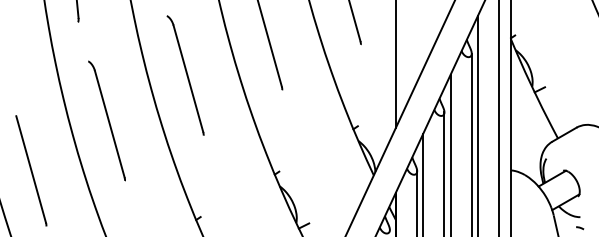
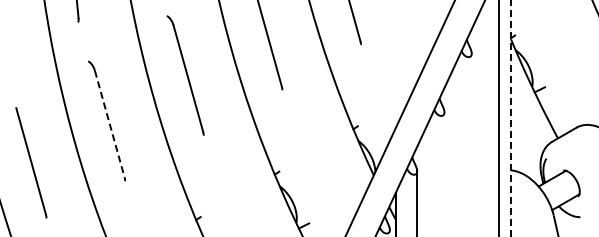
line at (395, 65): present -> none
line at (511, 118): solid -> dashed
line at (109, 124): solid -> dashed
line at (477, 124): present -> none
line at (471, 143): present -> none
line at (450, 153): present -> none
line at (31, 170) position: (31, 170) -> (31, 162)
line at (444, 172): present -> none
line at (423, 183): present -> none
curve at (580, 228): present -> none
